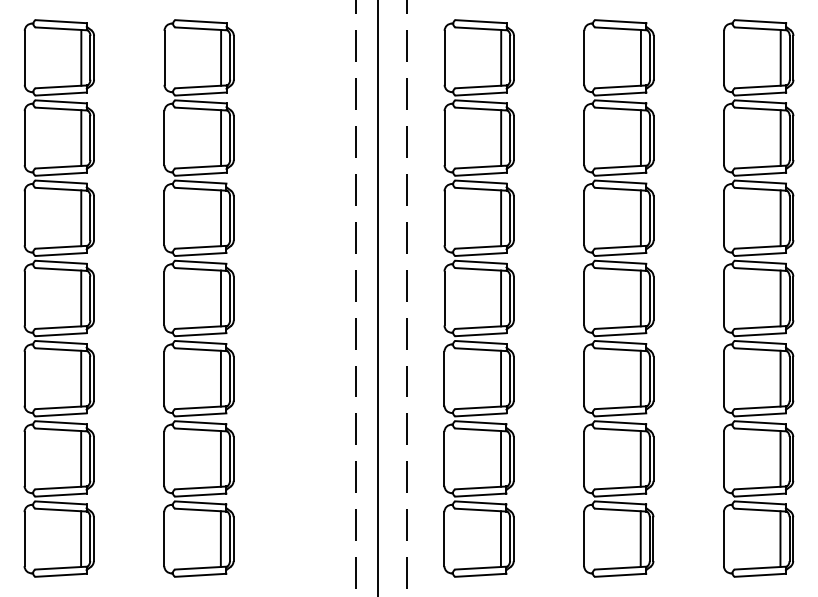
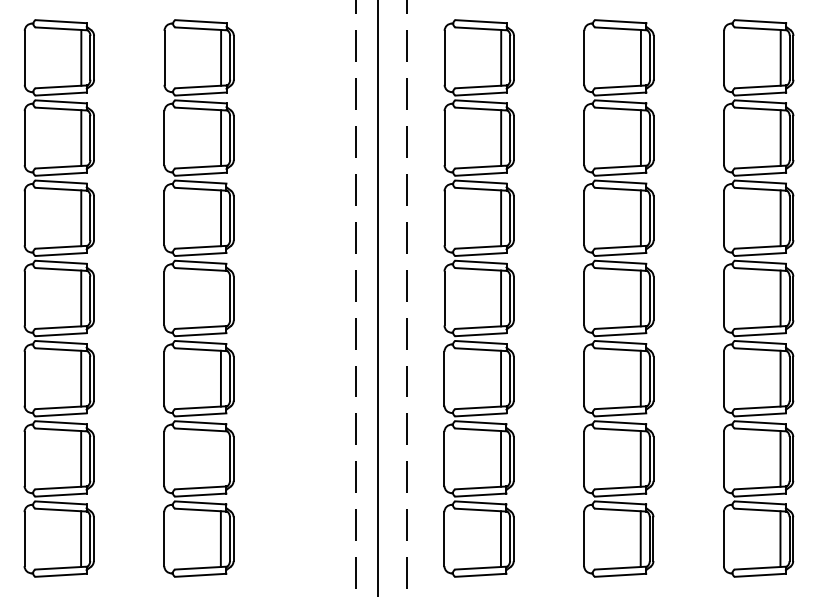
line at (220, 298): present -> none
line at (220, 458): present -> none
